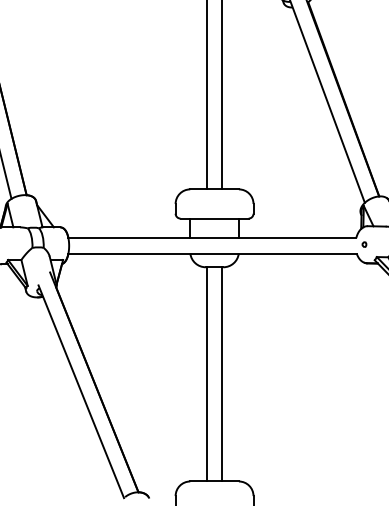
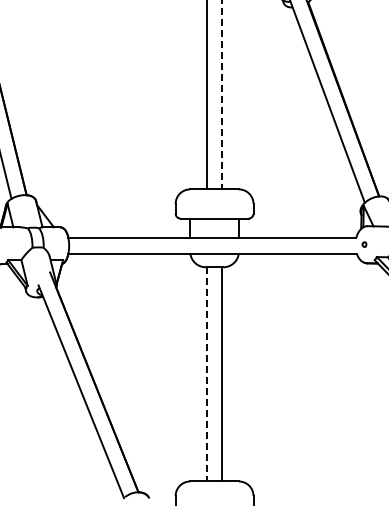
line at (222, 94): solid -> dashed
line at (206, 374): solid -> dashed
